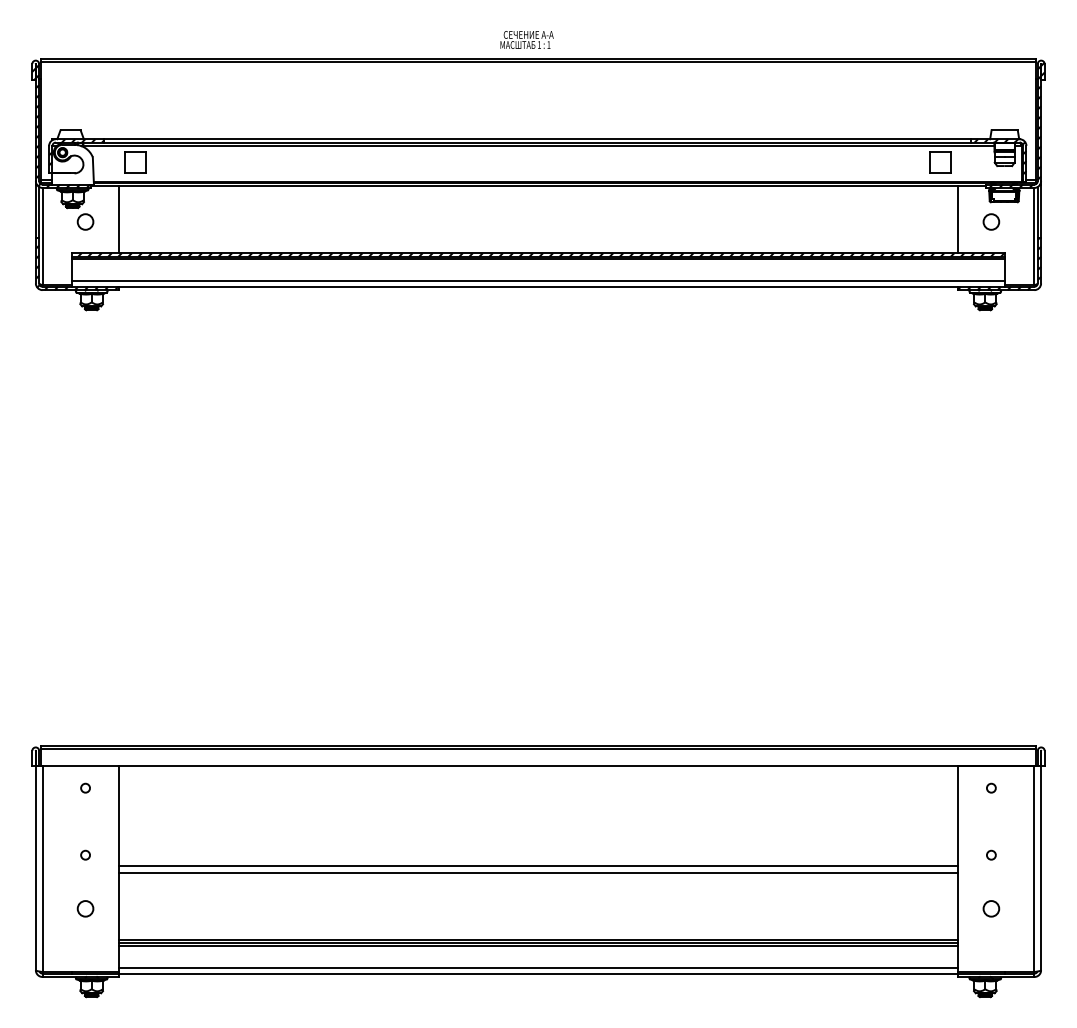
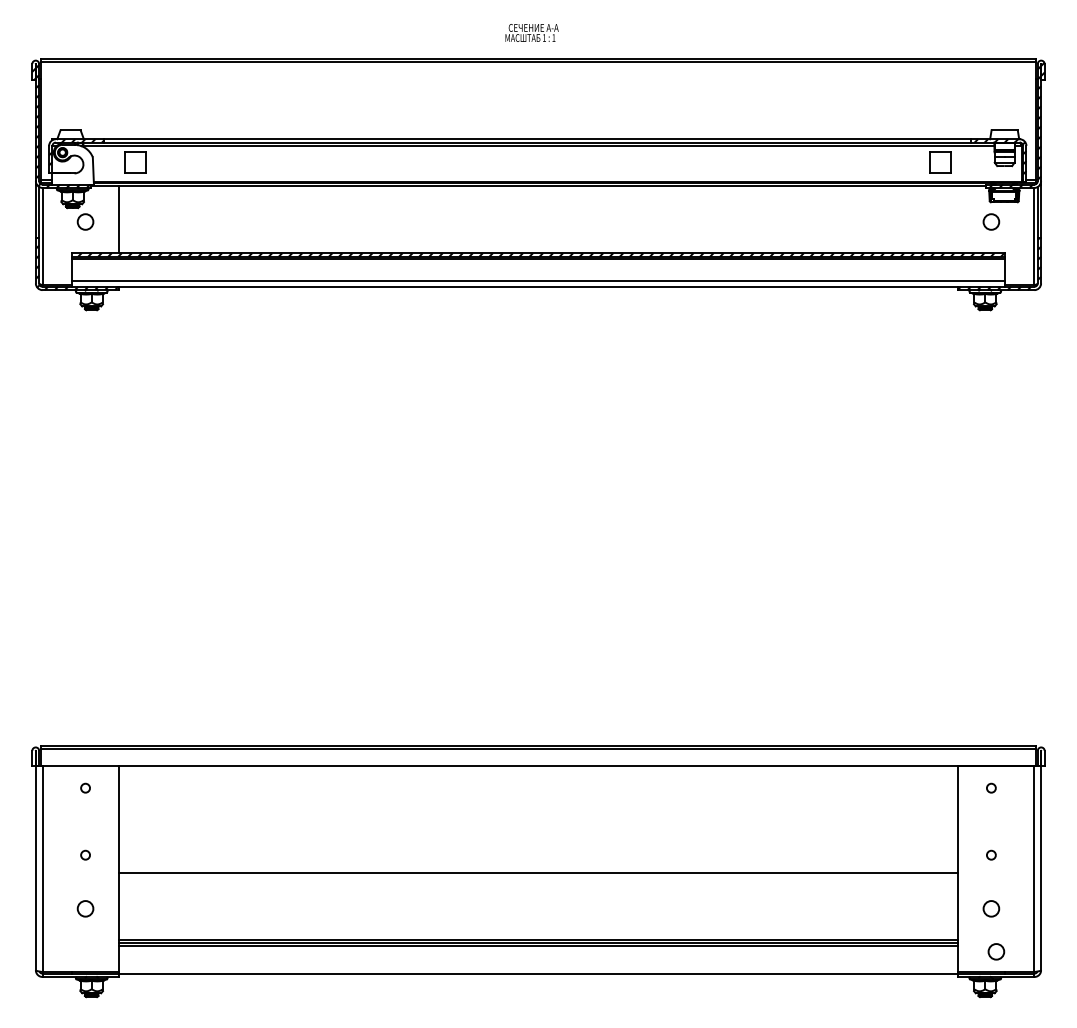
text at (526, 39) position: (526, 39) -> (531, 32)
line at (957, 219): present -> none
line at (538, 866): present -> none
circle at (996, 951): none -> present
line at (538, 968): present -> none
